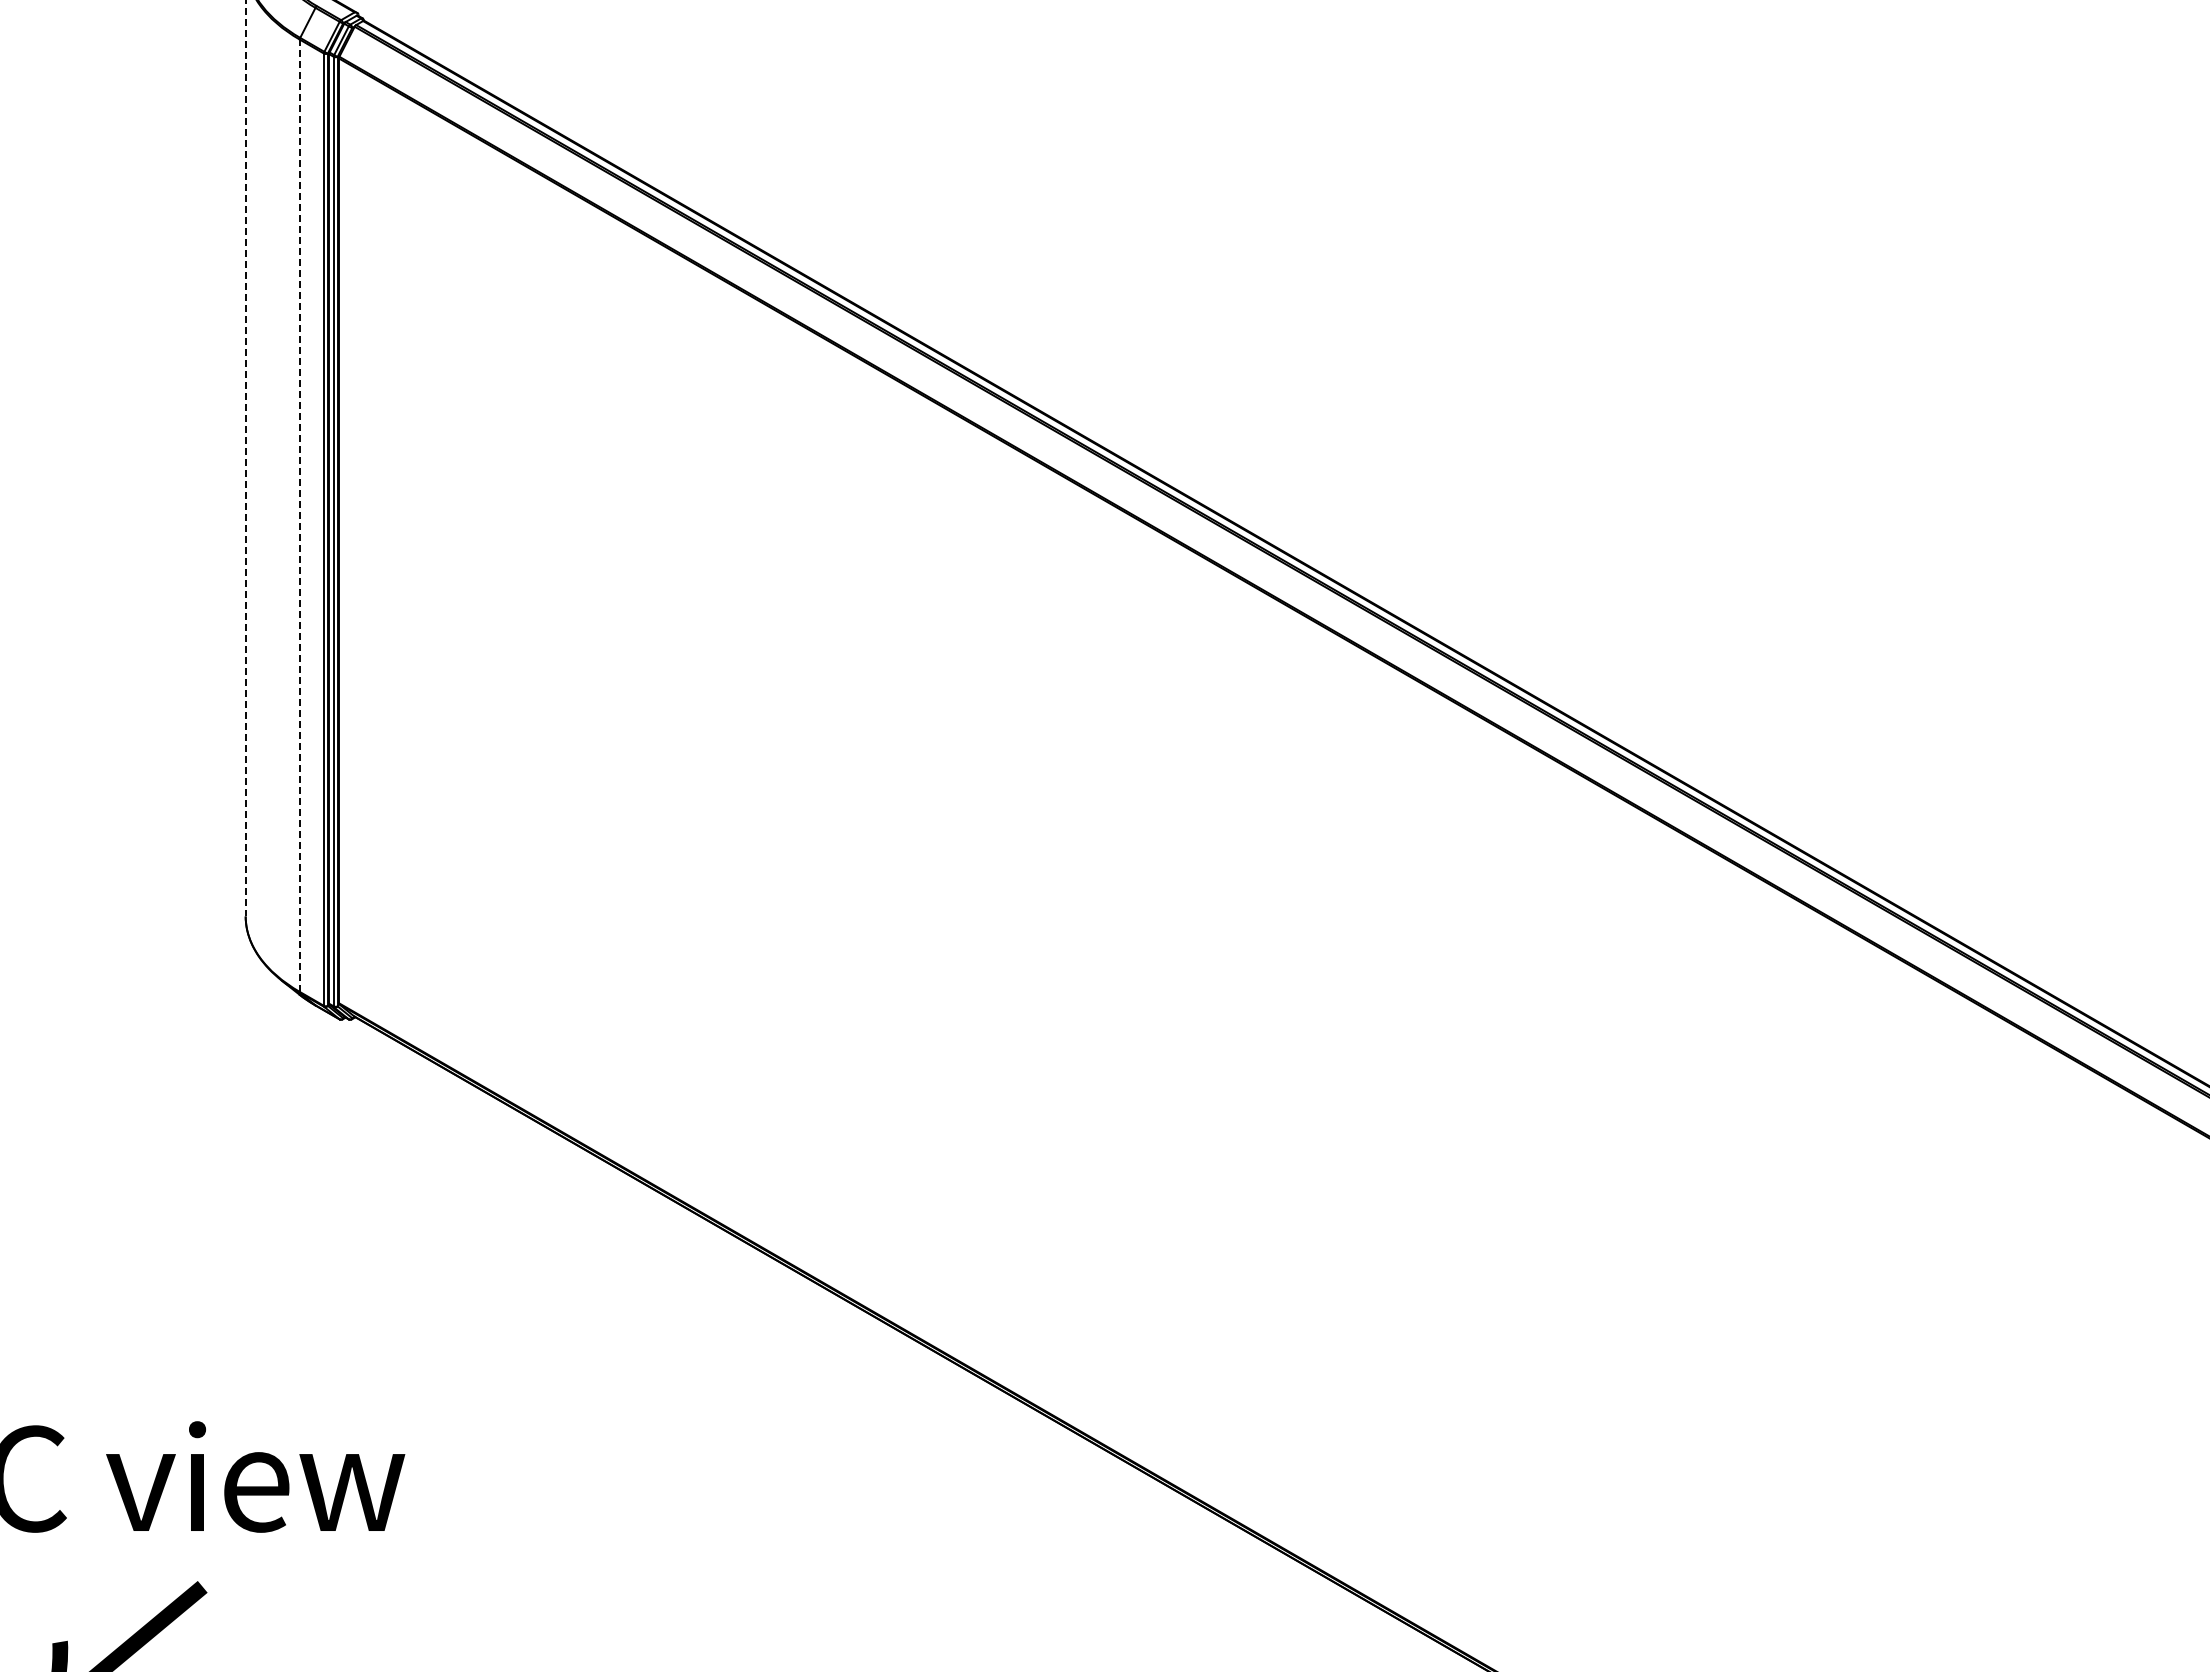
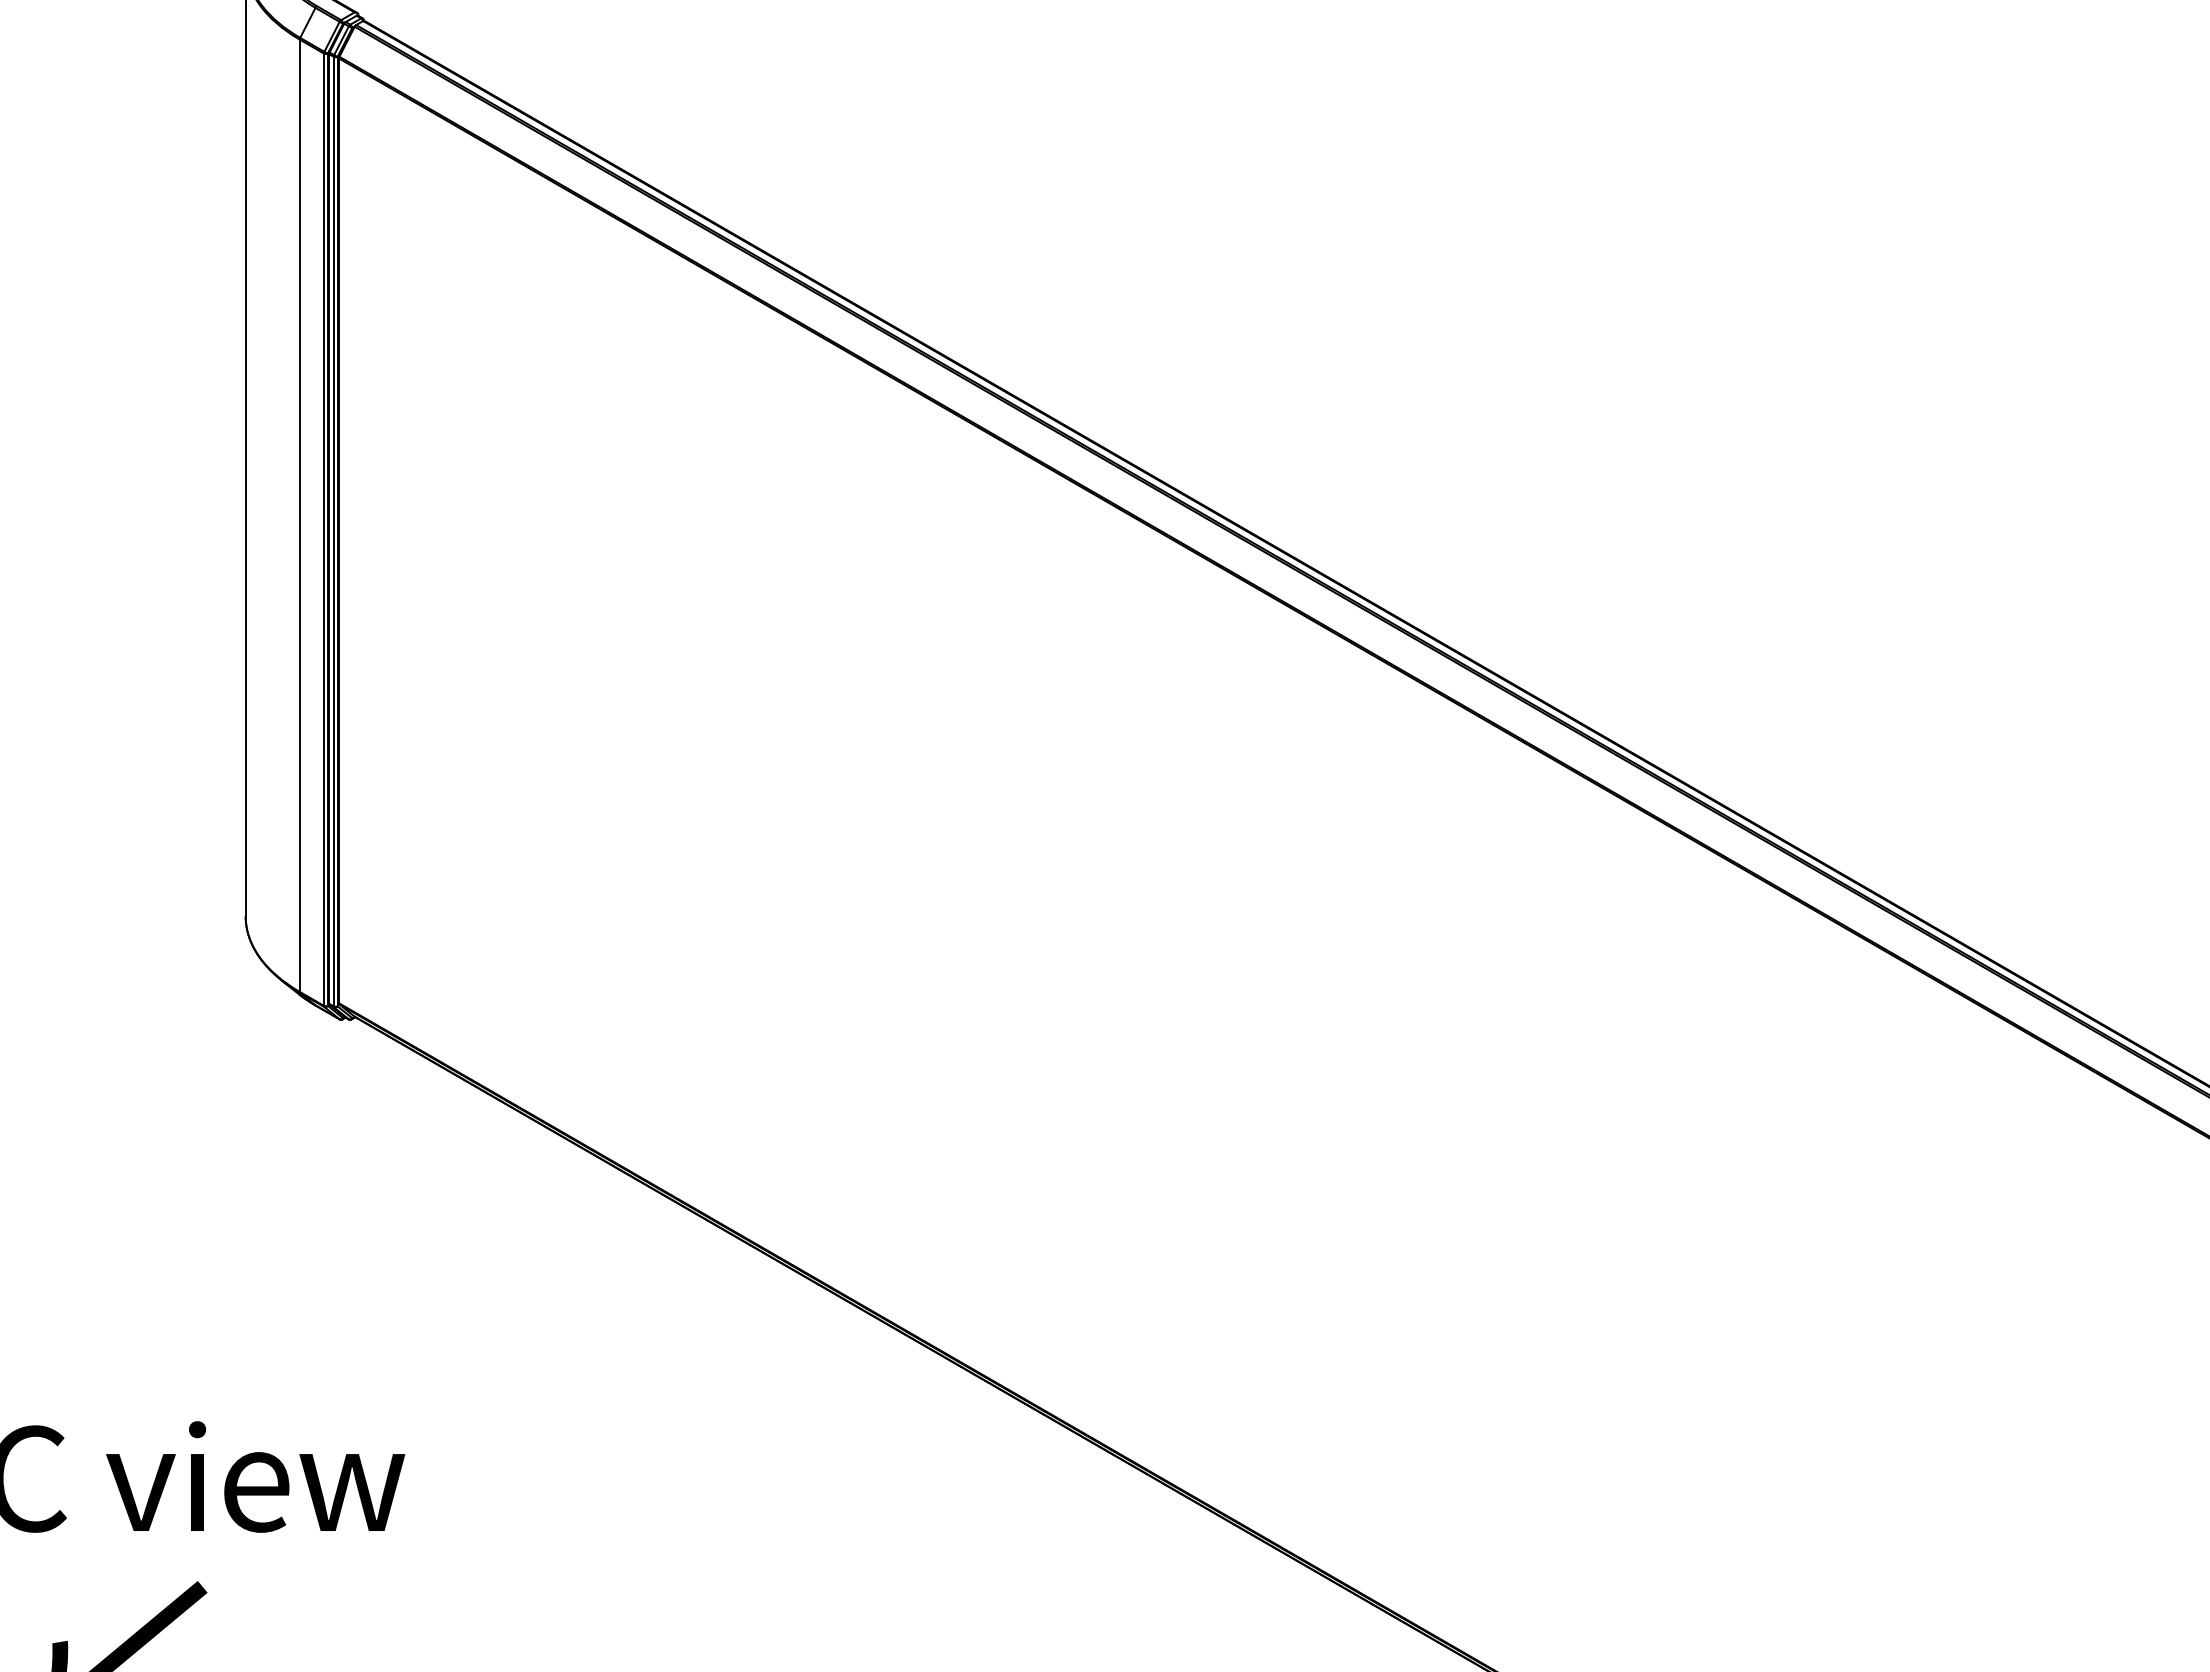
line at (245, 458): dashed -> solid
line at (299, 515): dashed -> solid
